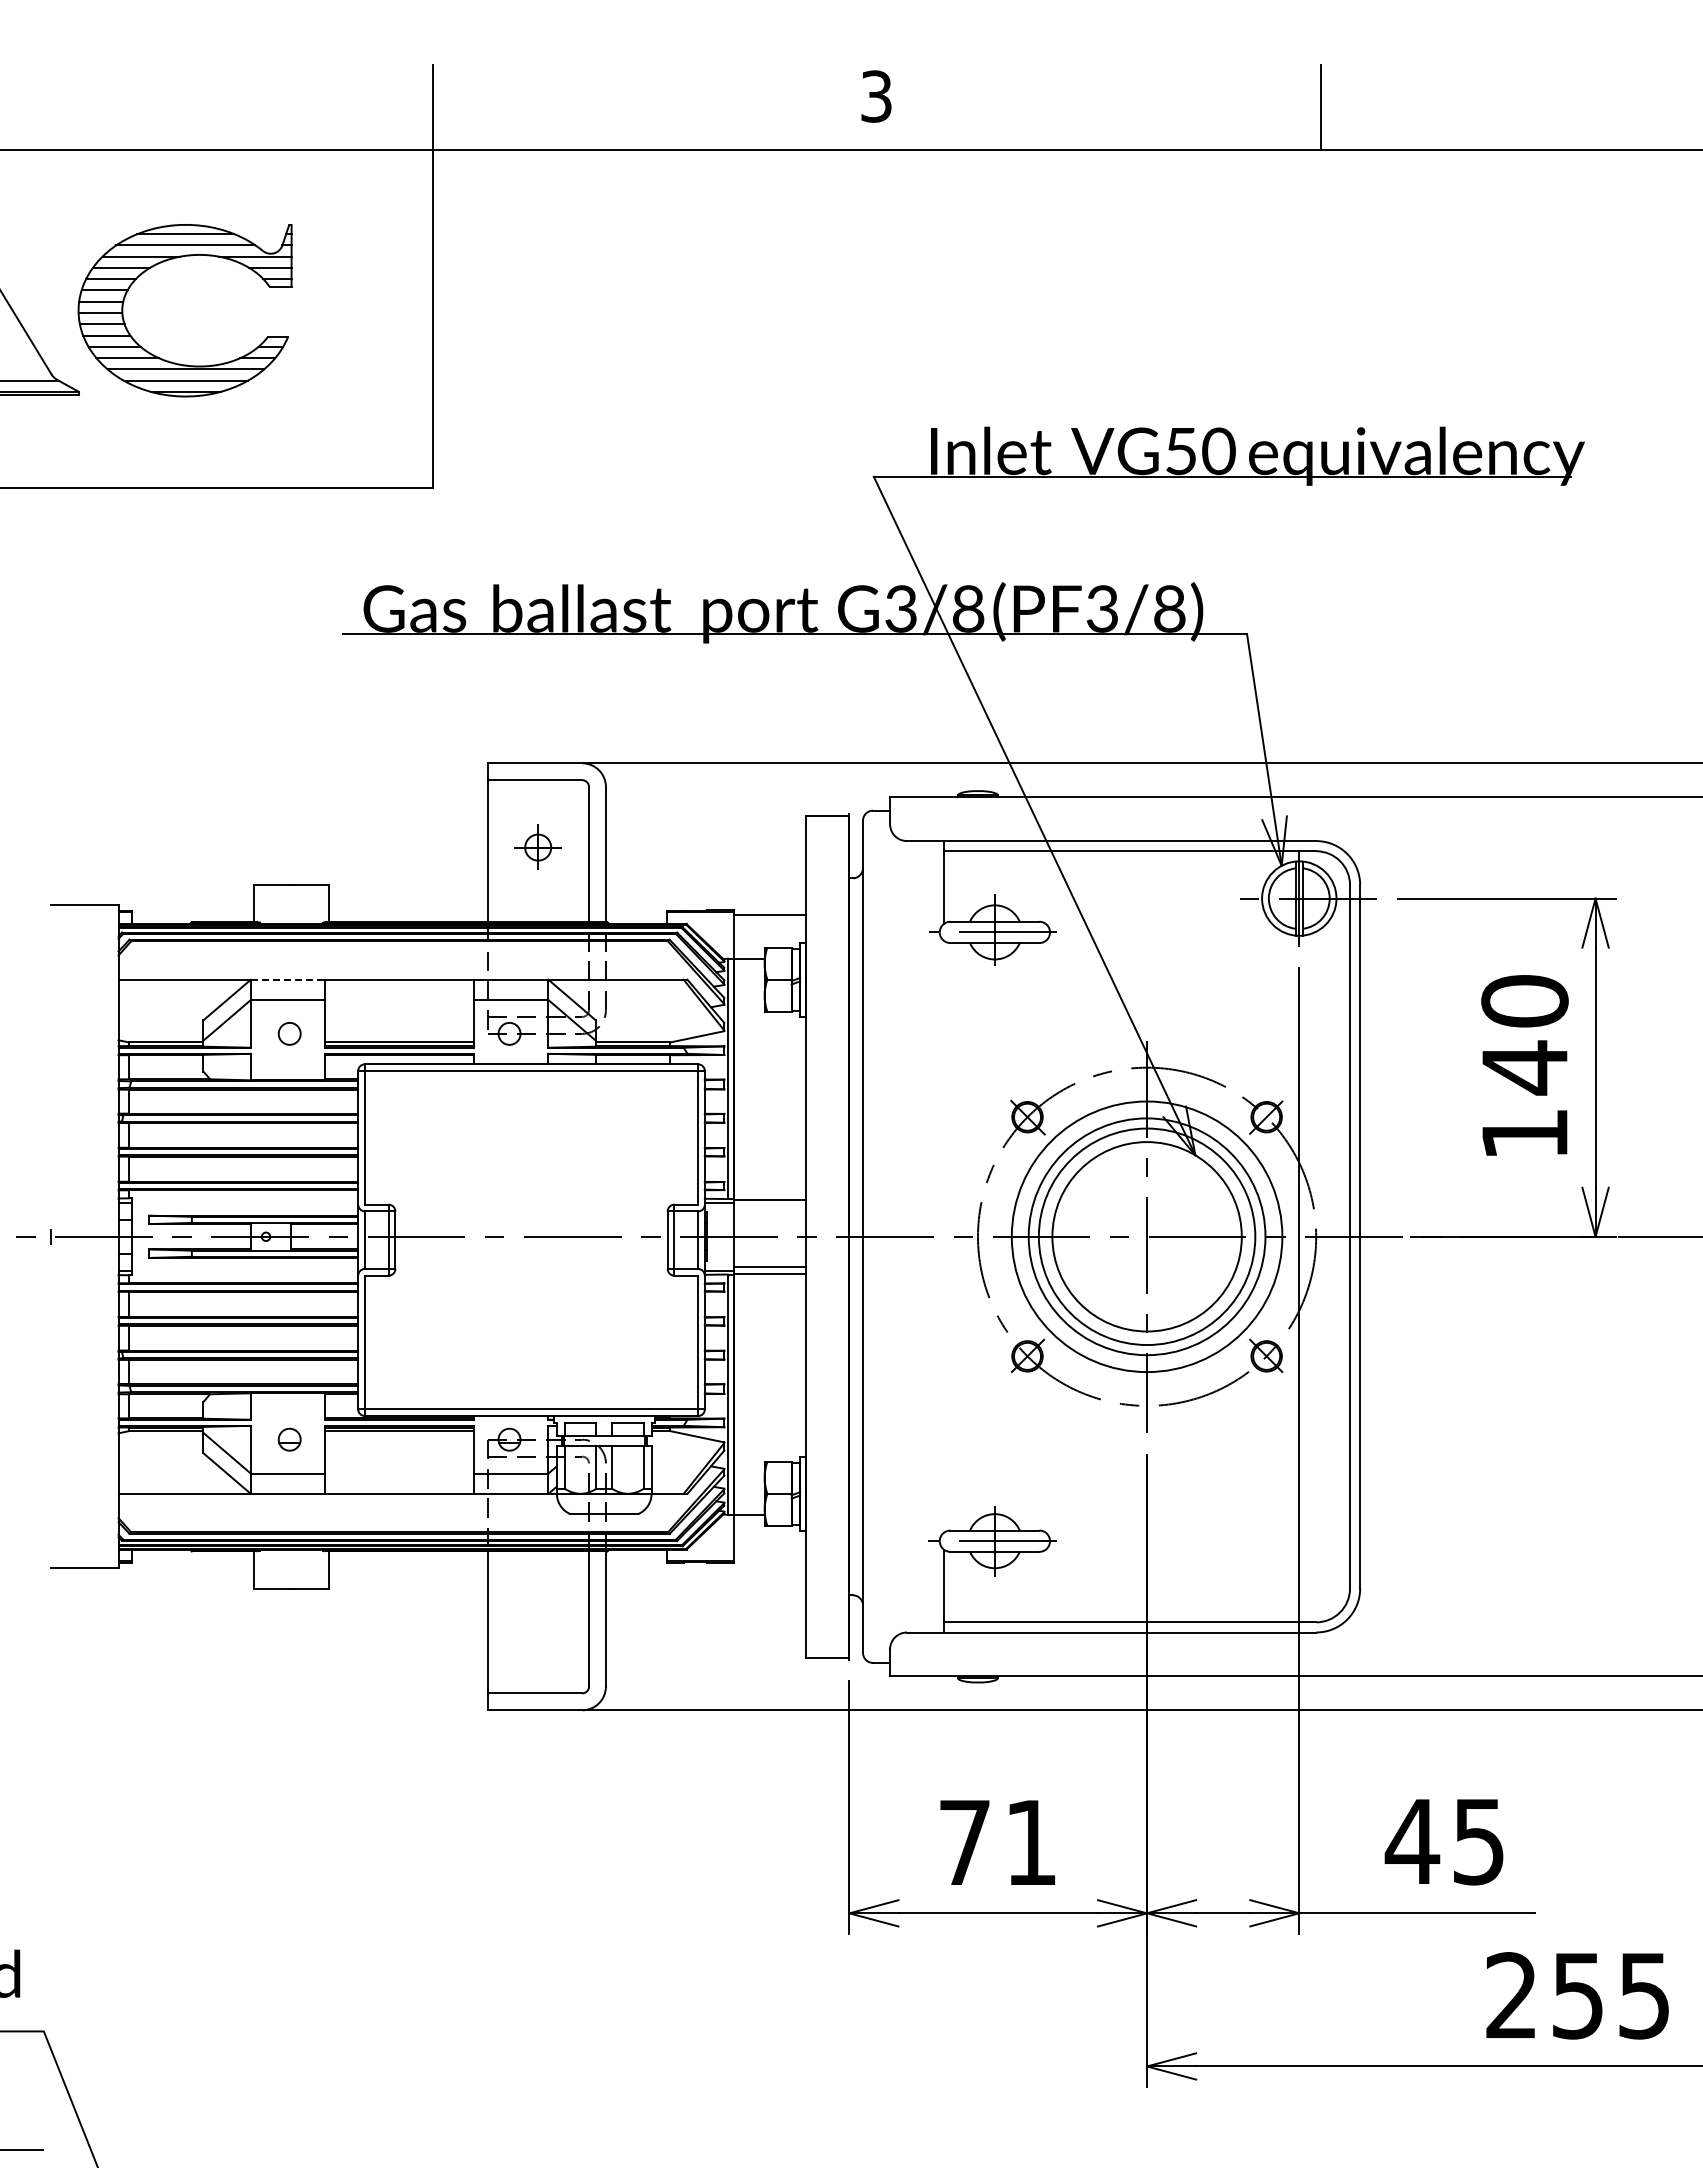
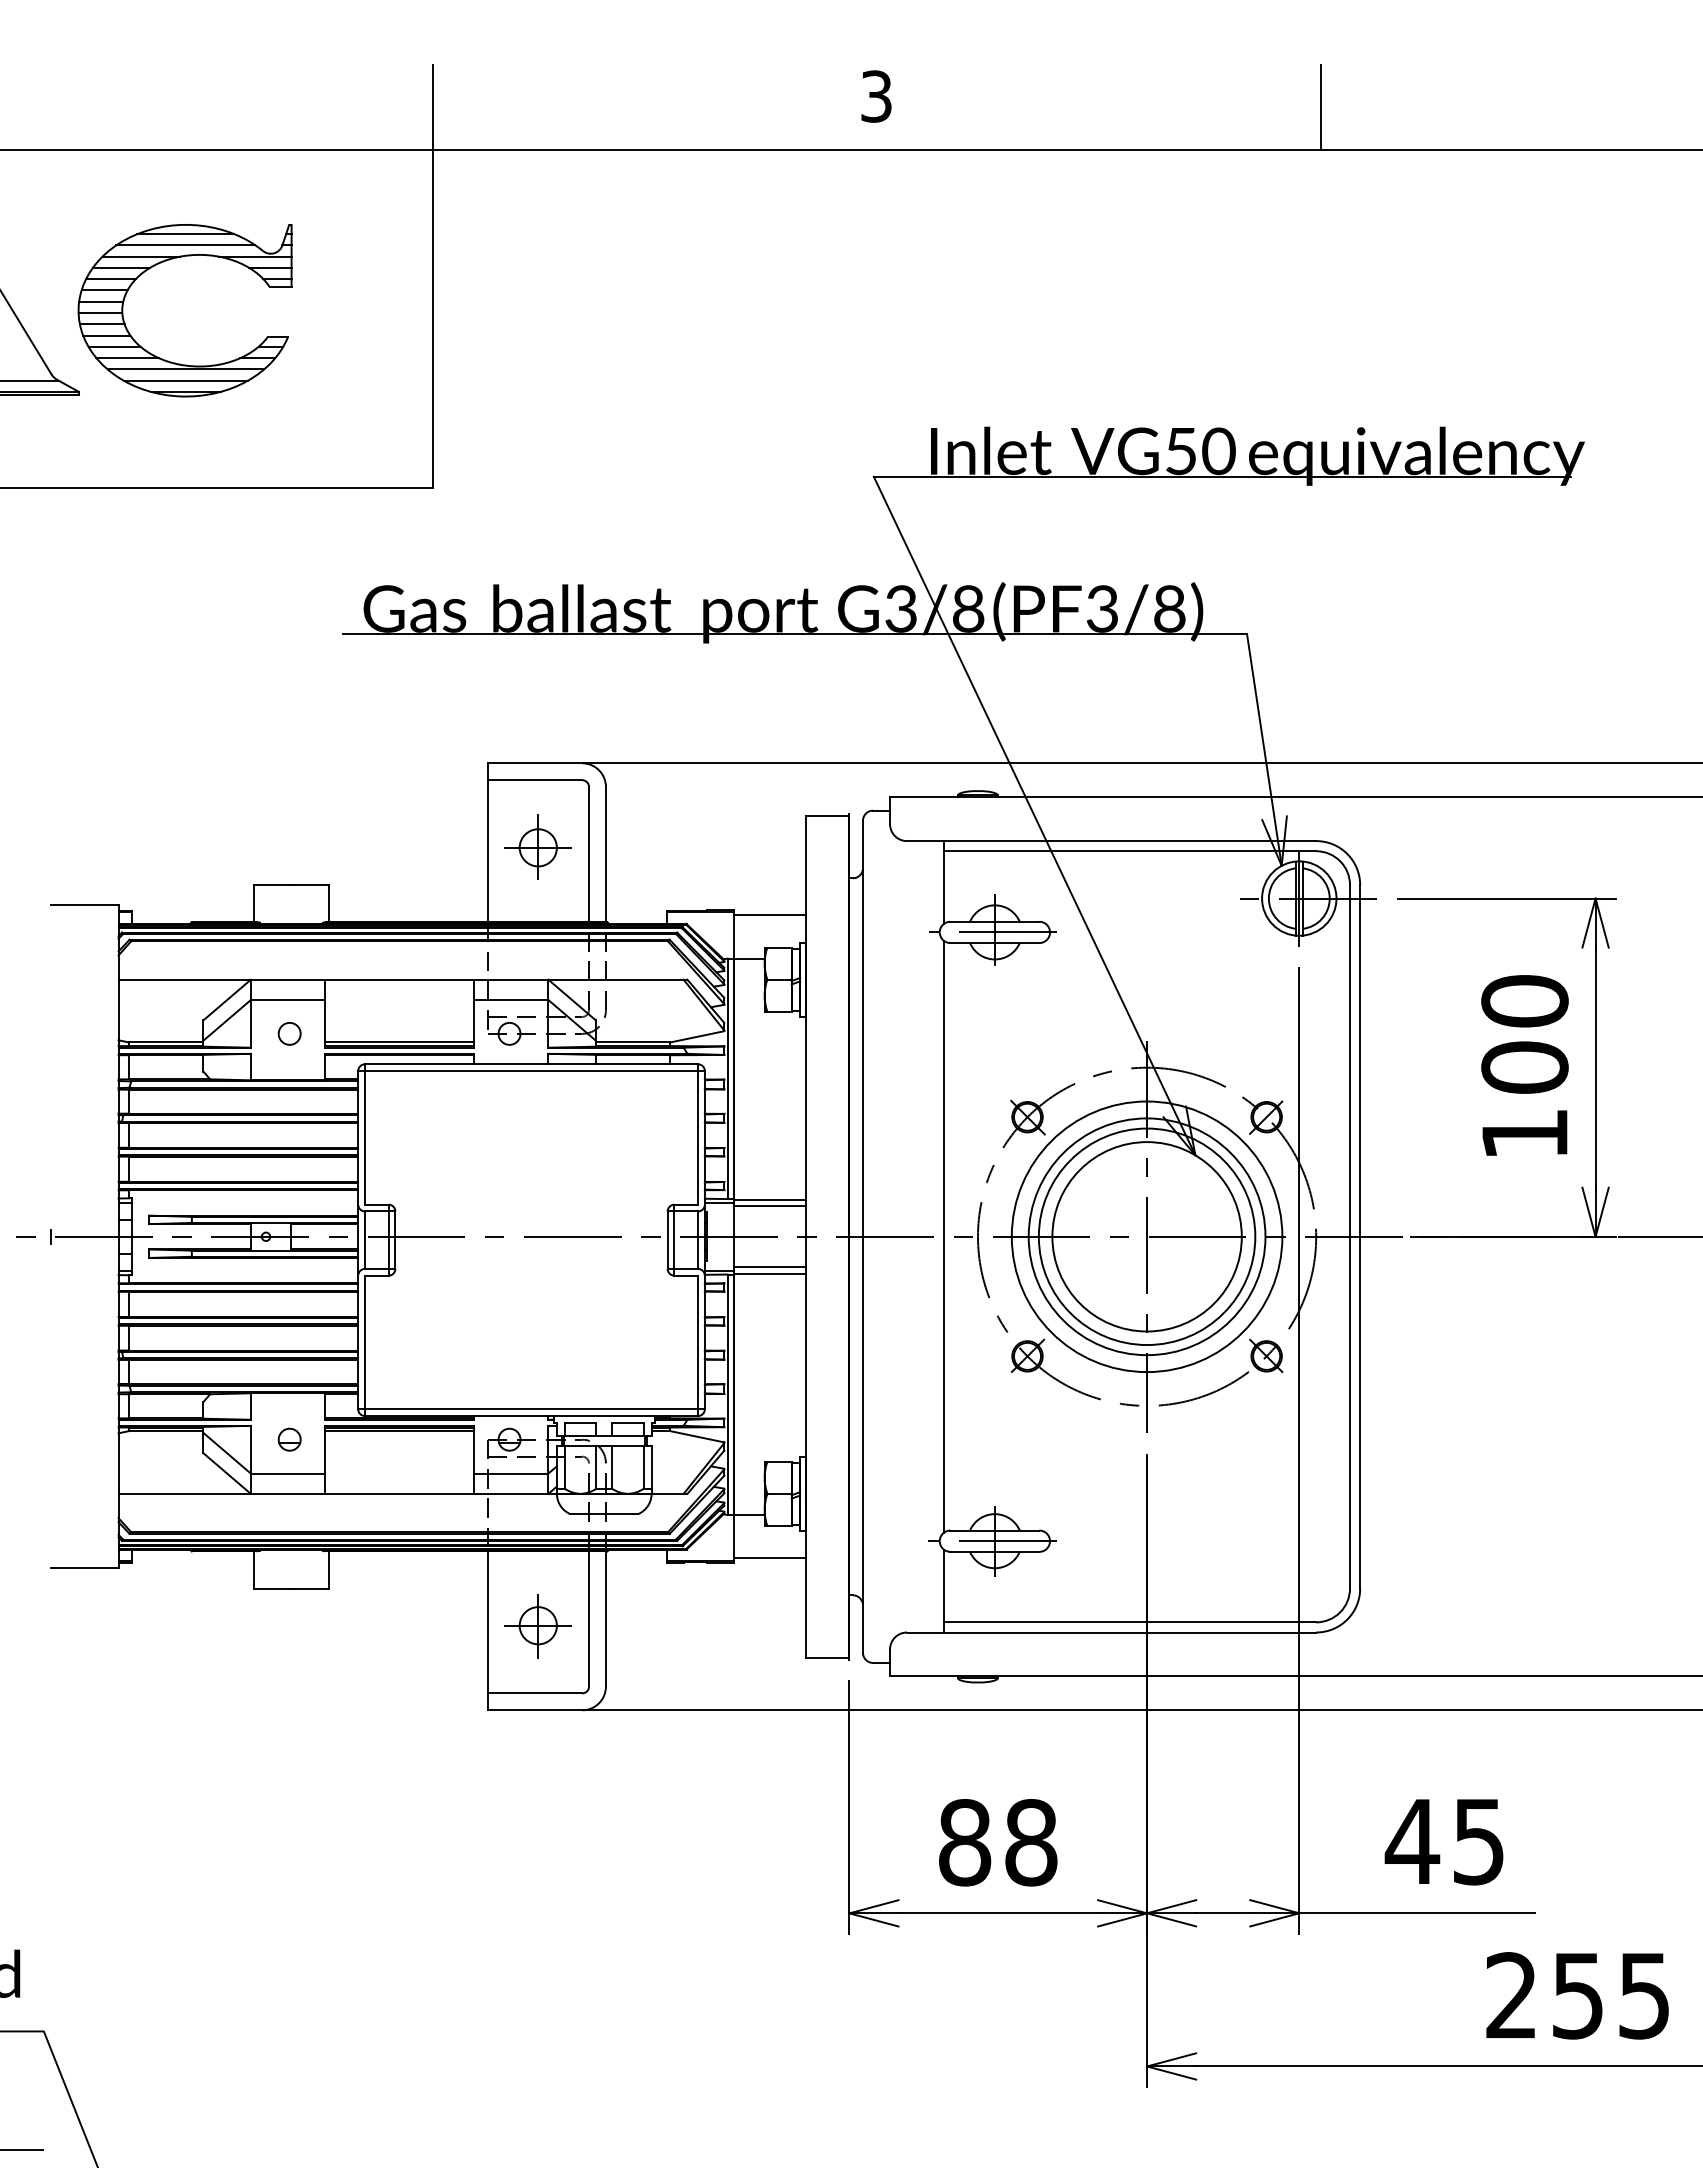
part at (537, 846) size: 48x46 px -> 68x66 px
line at (288, 979): dashed -> solid
text at (1524, 1067): 140 -> 100
line at (769, 1206): none -> present
line at (944, 1236): none -> present
line at (769, 1558): none -> present
part at (537, 1626): none -> present
text at (998, 1842): 71 -> 88
